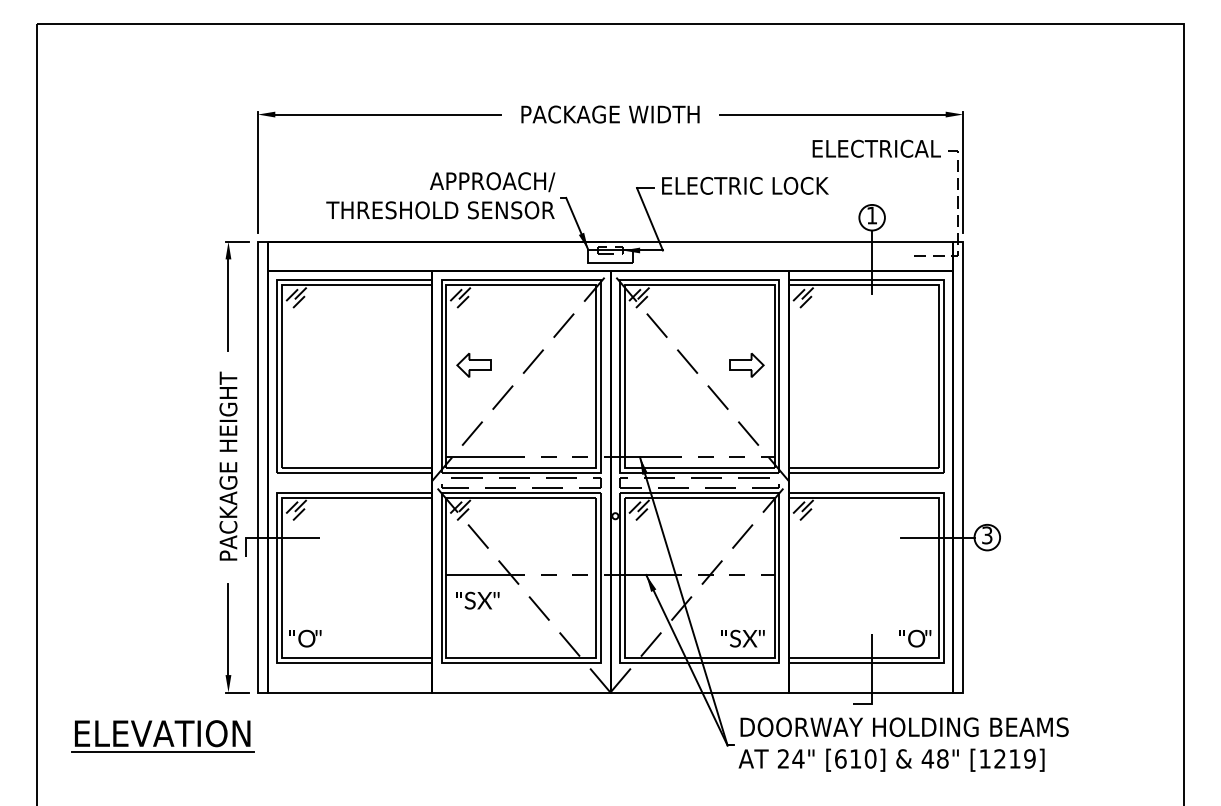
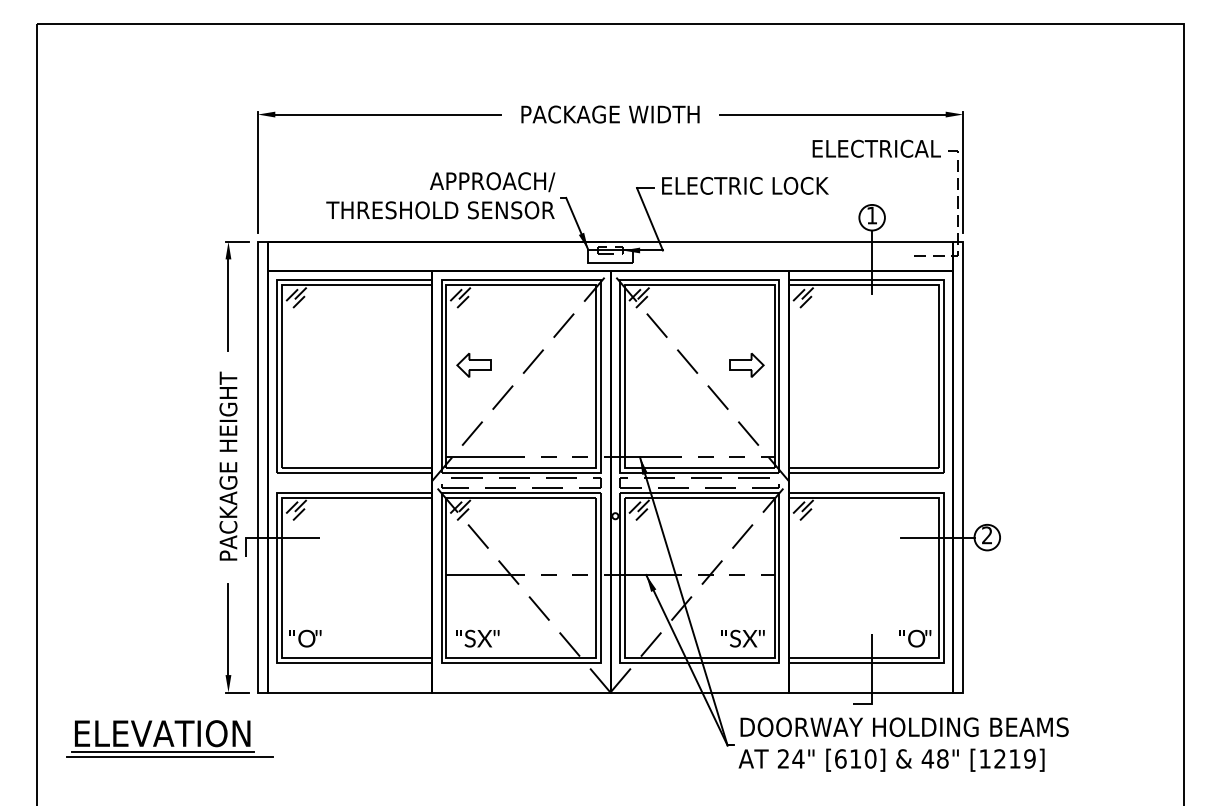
text at (987, 535): 3 -> 2
text at (477, 600) position: (477, 600) -> (477, 638)
line at (169, 757): none -> present
